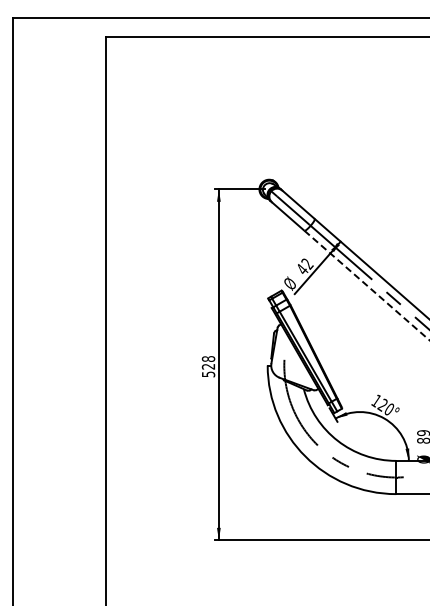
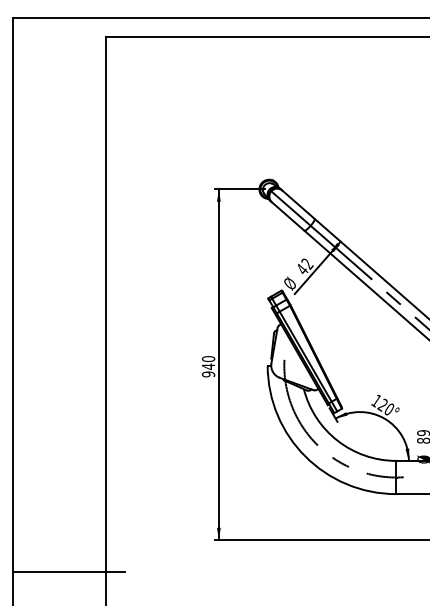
line at (366, 285): dashed -> solid
text at (208, 366): 528 -> 940
line at (68, 572): none -> present
